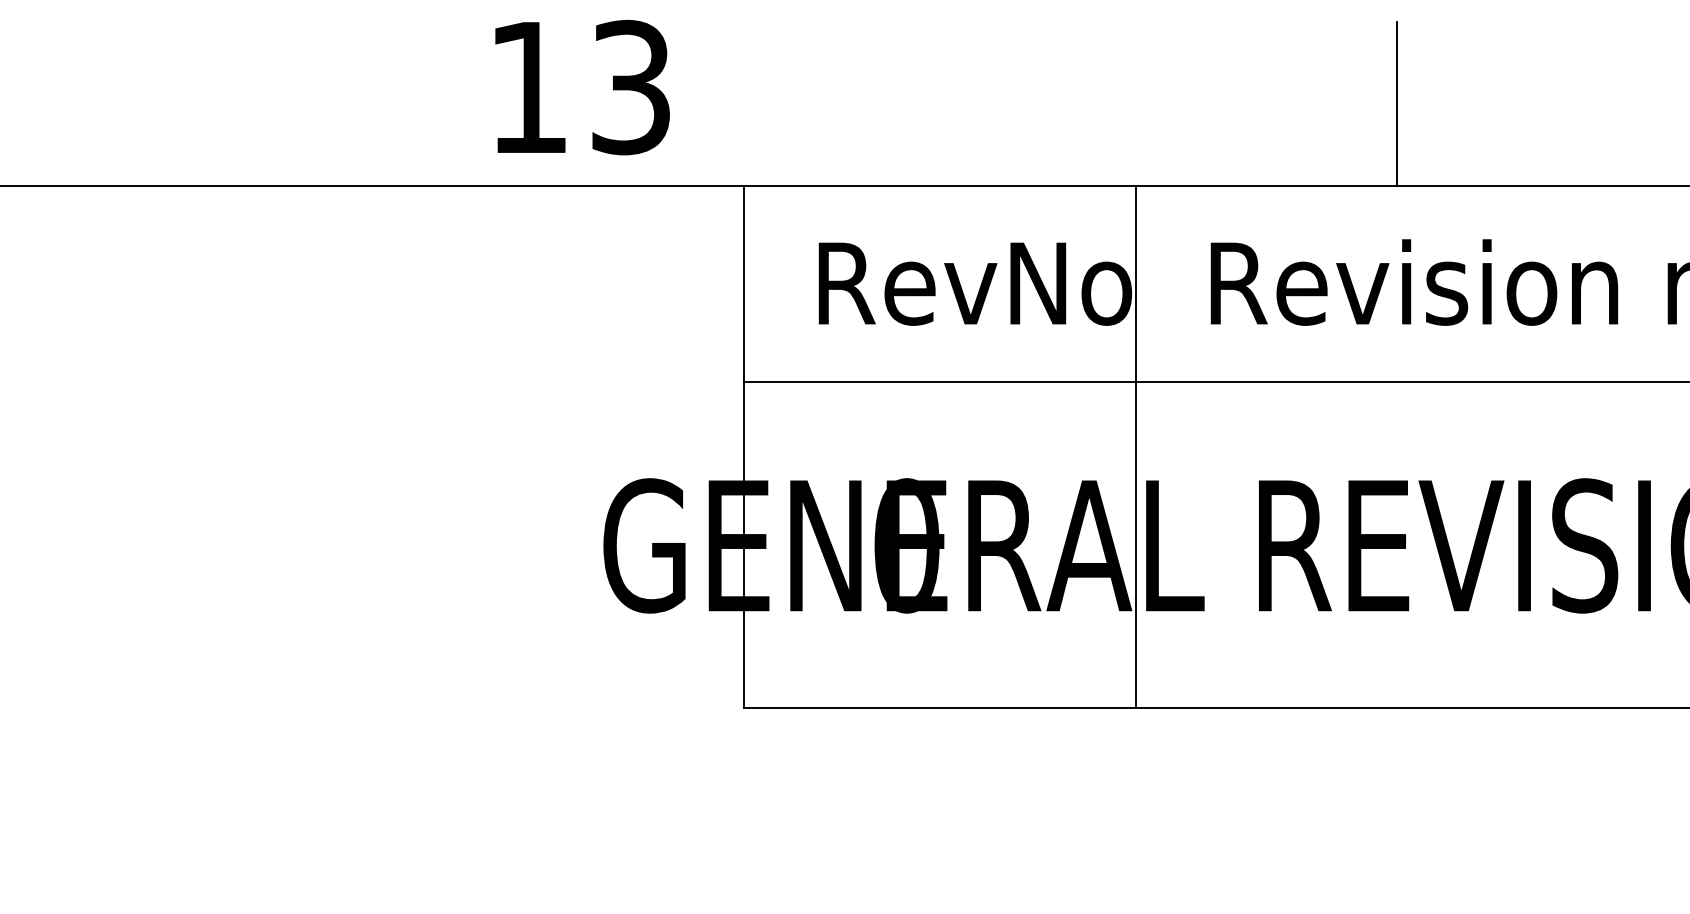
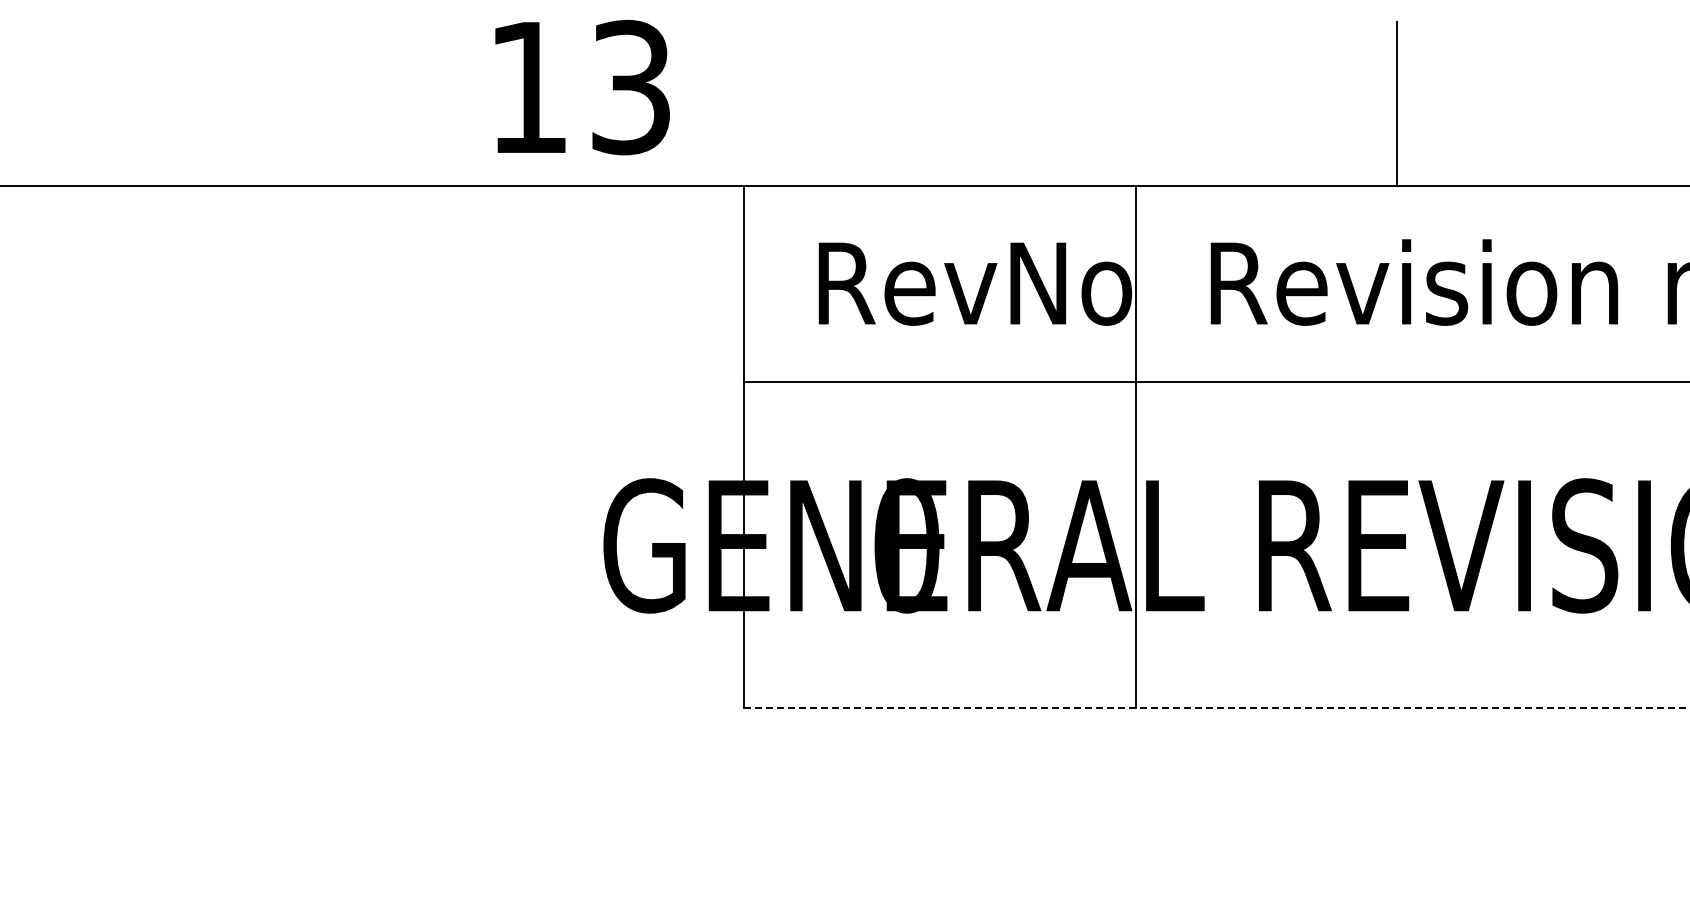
line at (1216, 708): solid -> dashed
